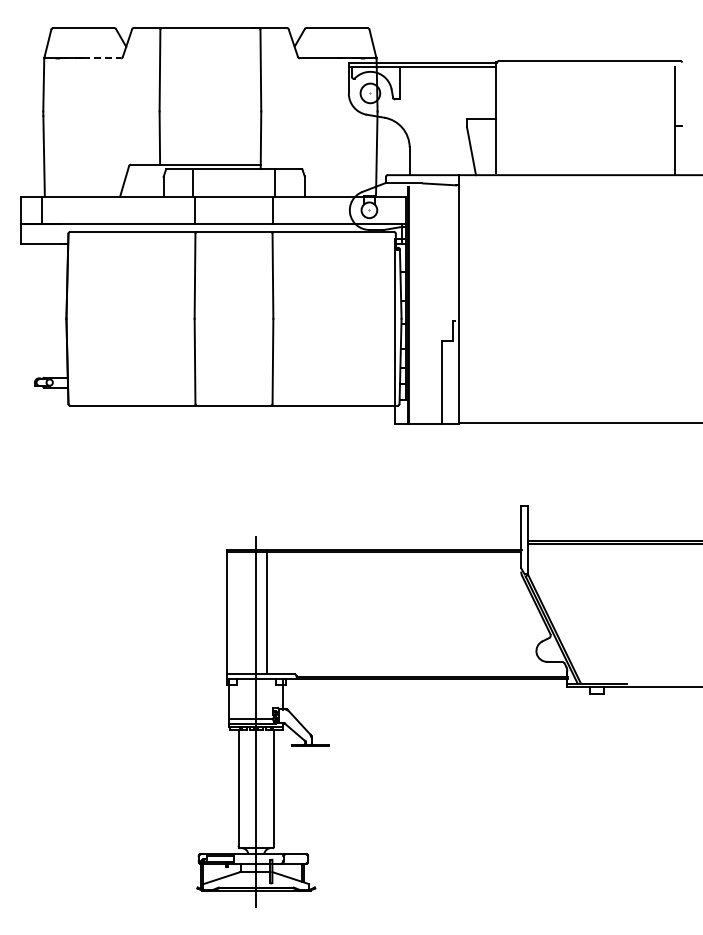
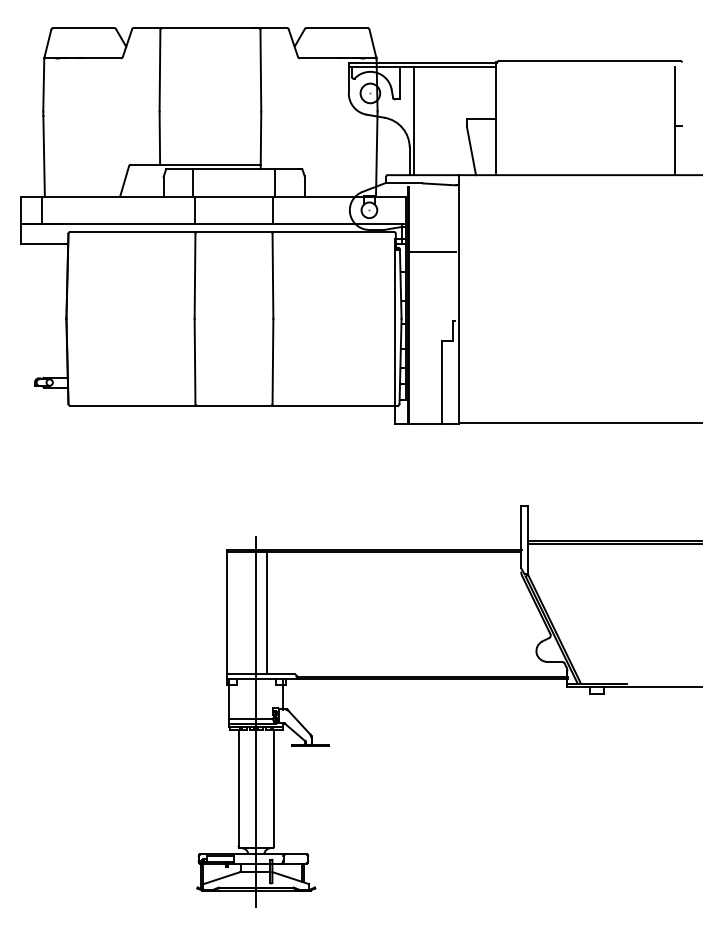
line at (102, 58): dashed -> solid
line at (414, 120): none -> present
line at (432, 252): none -> present
